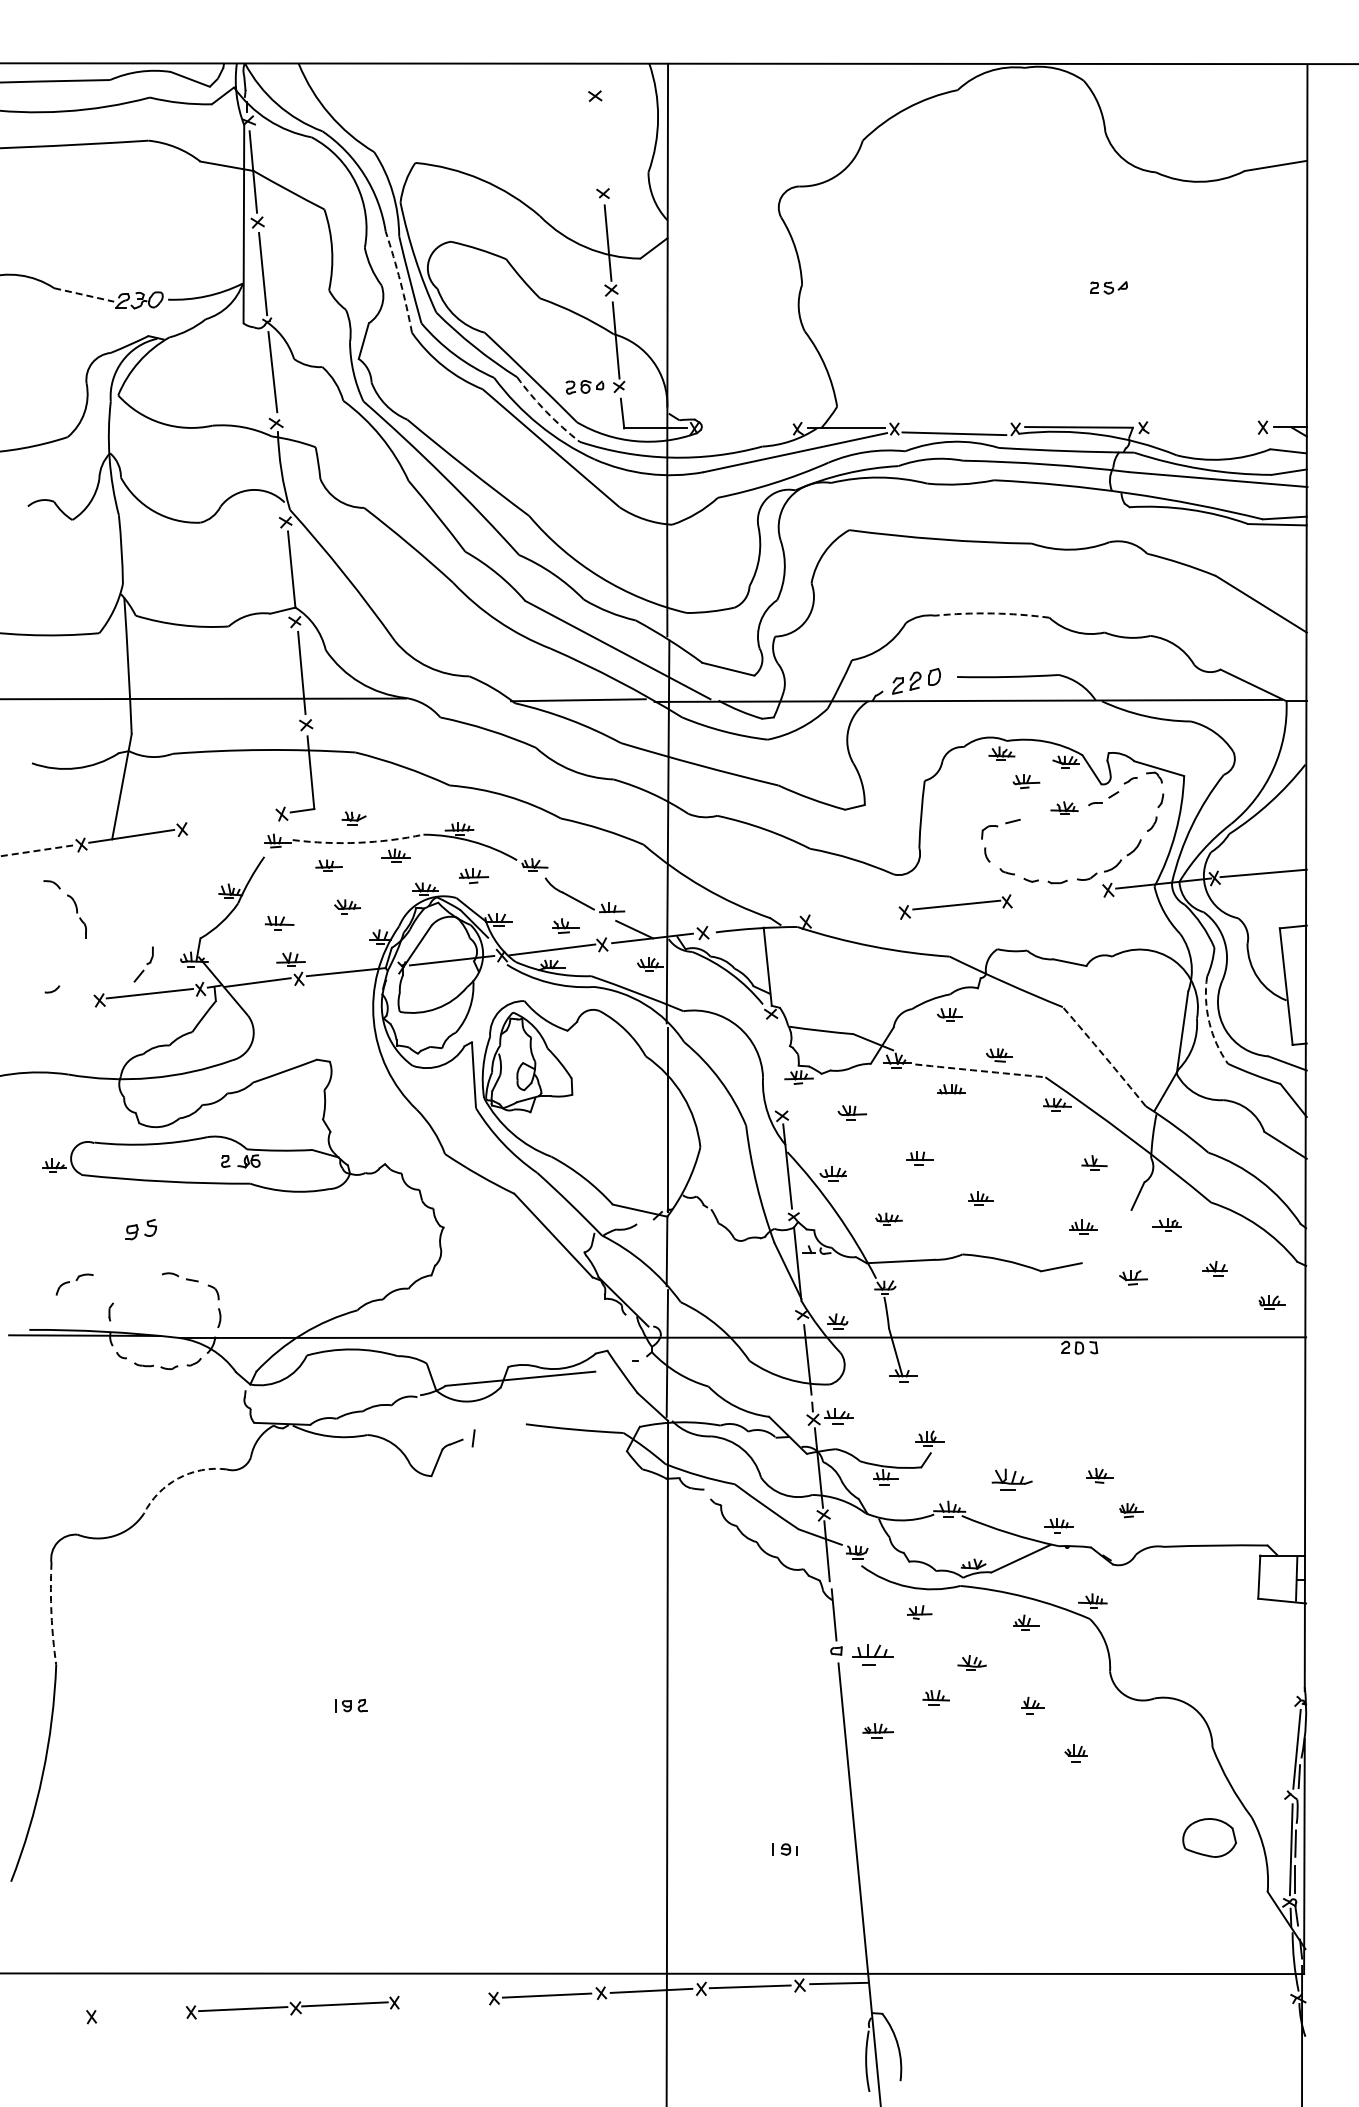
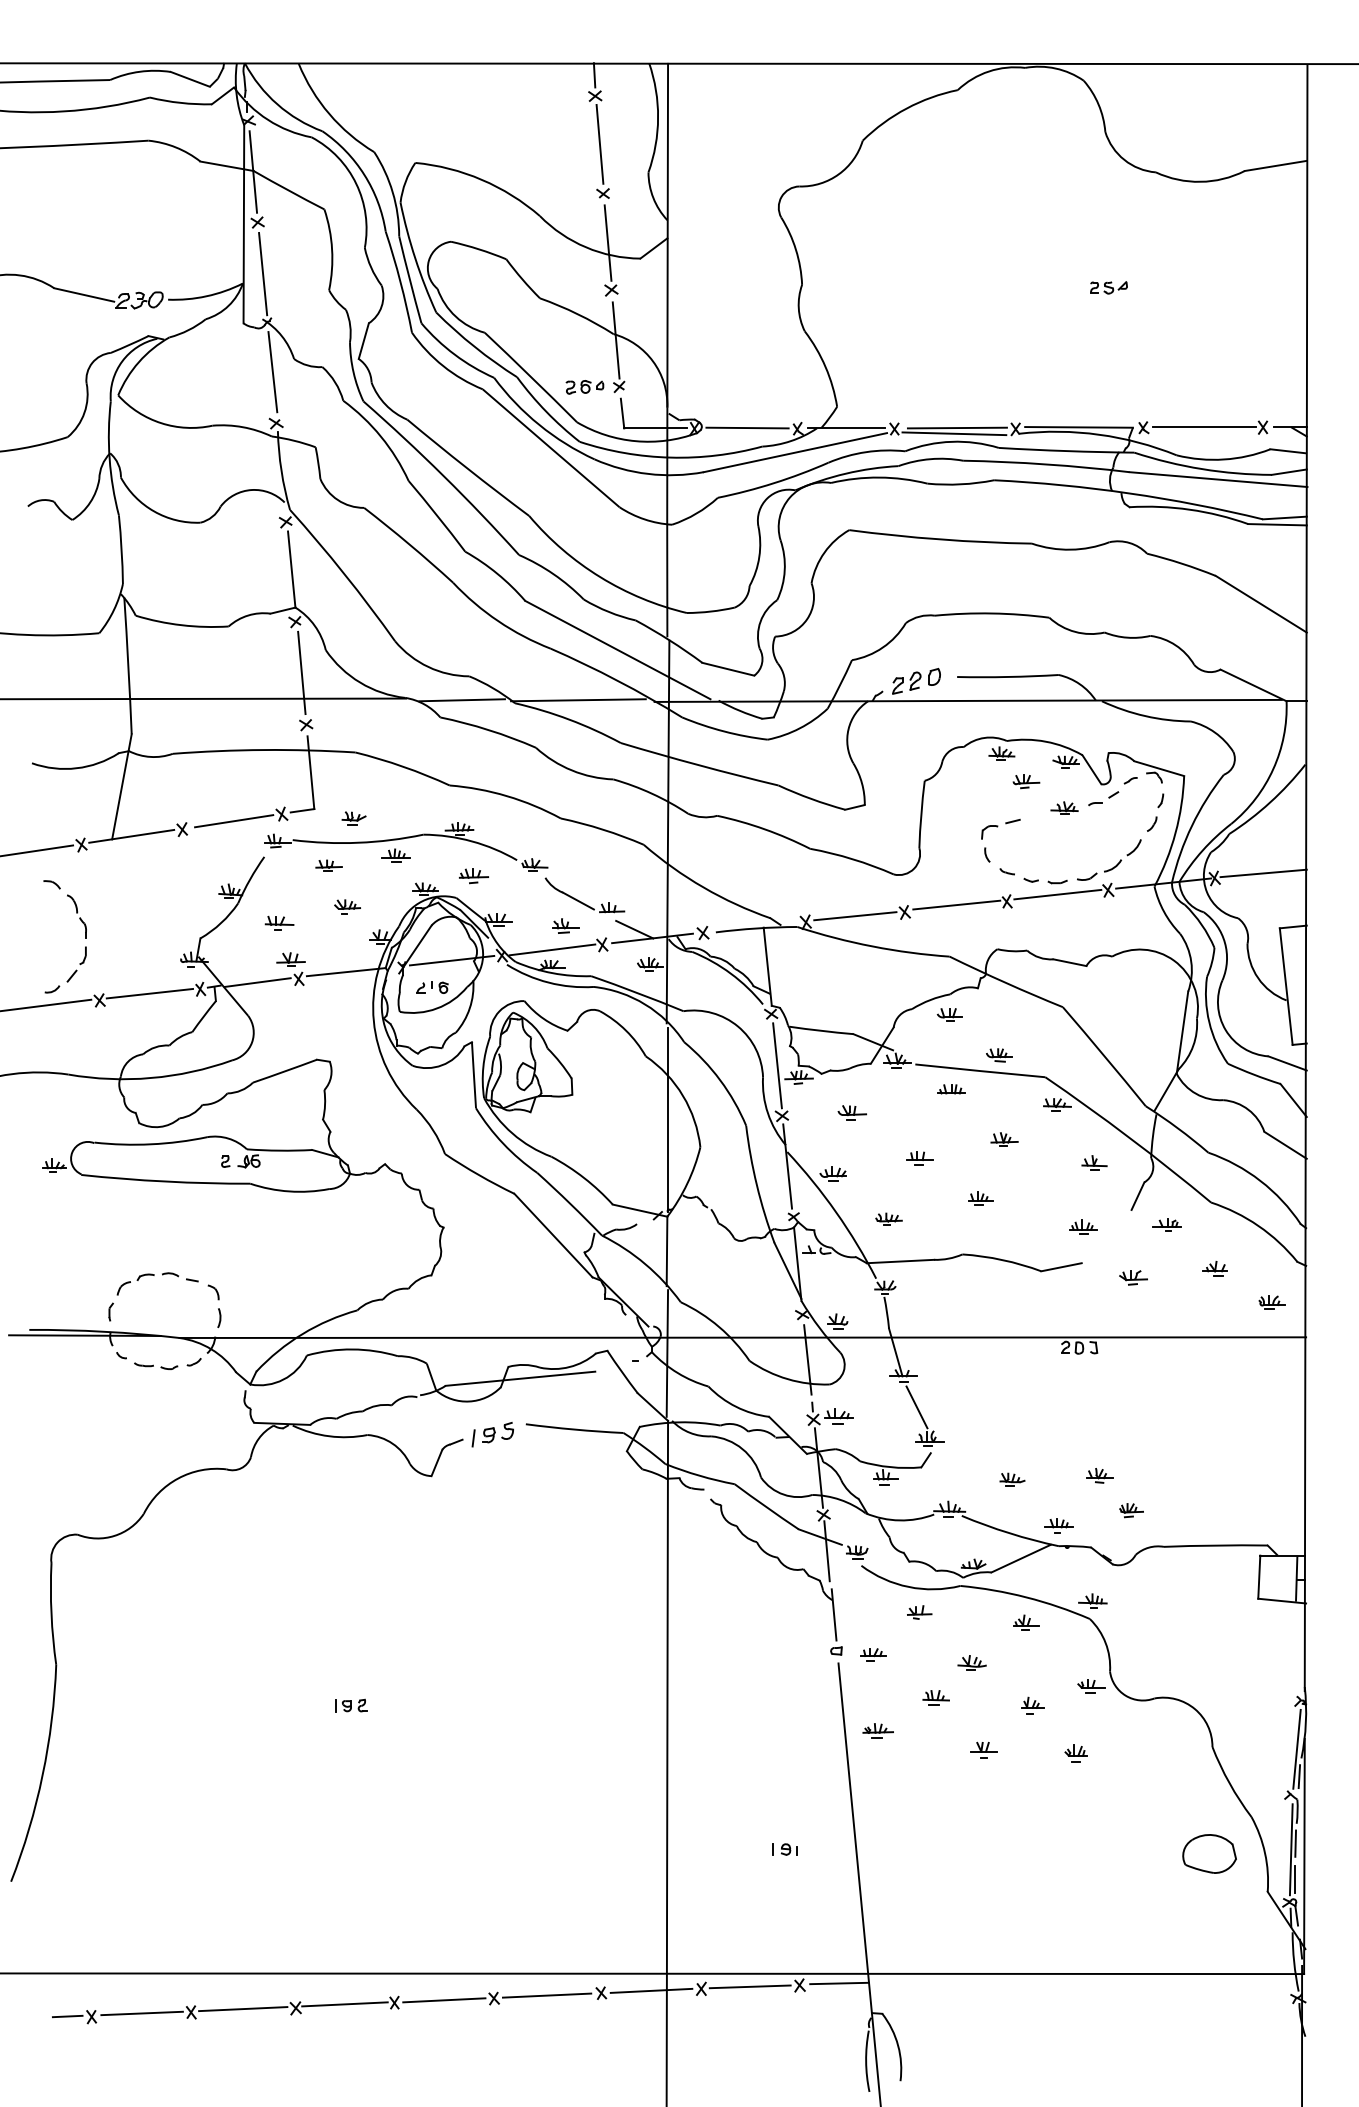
line at (594, 75): none -> present
line at (599, 143): none -> present
arc at (400, 281): dashed -> solid
line at (84, 294): dashed -> solid
arc at (546, 411): dashed -> solid
line at (747, 427): none -> present
line at (956, 427): none -> present
line at (1203, 427): none -> present
arc at (992, 613): dashed -> solid
line at (461, 700): none -> present
line at (234, 821): none -> present
arc at (358, 842): dashed -> solid
line at (36, 850): dashed -> solid
line at (1057, 894): none -> present
line at (855, 916): none -> present
part at (143, 964) position: (143, 964) -> (76, 964)
part at (432, 987): none -> present
line at (46, 1004): none -> present
arc at (1209, 1022): dashed -> solid
arc at (1104, 1056): dashed -> solid
line at (777, 1065): none -> present
arc at (980, 1071): dashed -> solid
part at (1004, 1139): none -> present
part at (140, 1229) position: (140, 1229) -> (497, 1432)
part at (74, 1284) position: (74, 1284) -> (135, 1284)
line at (916, 1407): none -> present
arc at (178, 1478): dashed -> solid
part at (1011, 1479) size: 42x23 px -> 27x15 px
arc at (51, 1614): dashed -> solid
part at (872, 1654) size: 42x22 px -> 27x14 px
part at (1091, 1686): none -> present
part at (983, 1749): none -> present
part at (1209, 1837) position: (1209, 1837) -> (1209, 1853)
line at (444, 2000): none -> present
line at (141, 2013): none -> present
line at (67, 2016): none -> present
